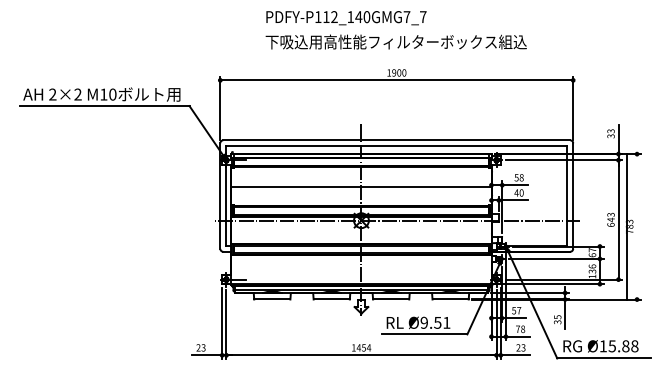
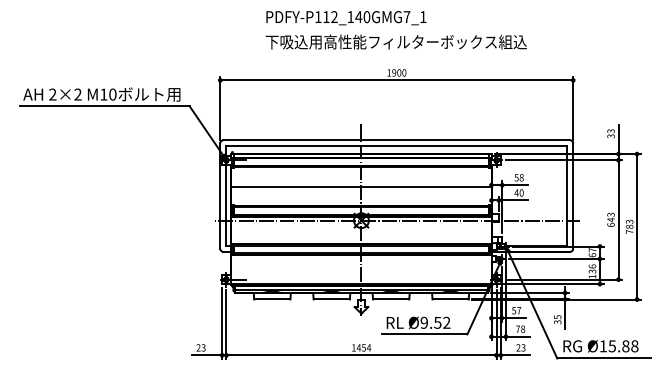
text at (423, 16): PDFY-P112_140GMG7_7 -> PDFY-P112_140GMG7_1
line at (627, 226) position: (627, 226) -> (637, 226)
text at (446, 322): Ø9.51 -> Ø9.52
